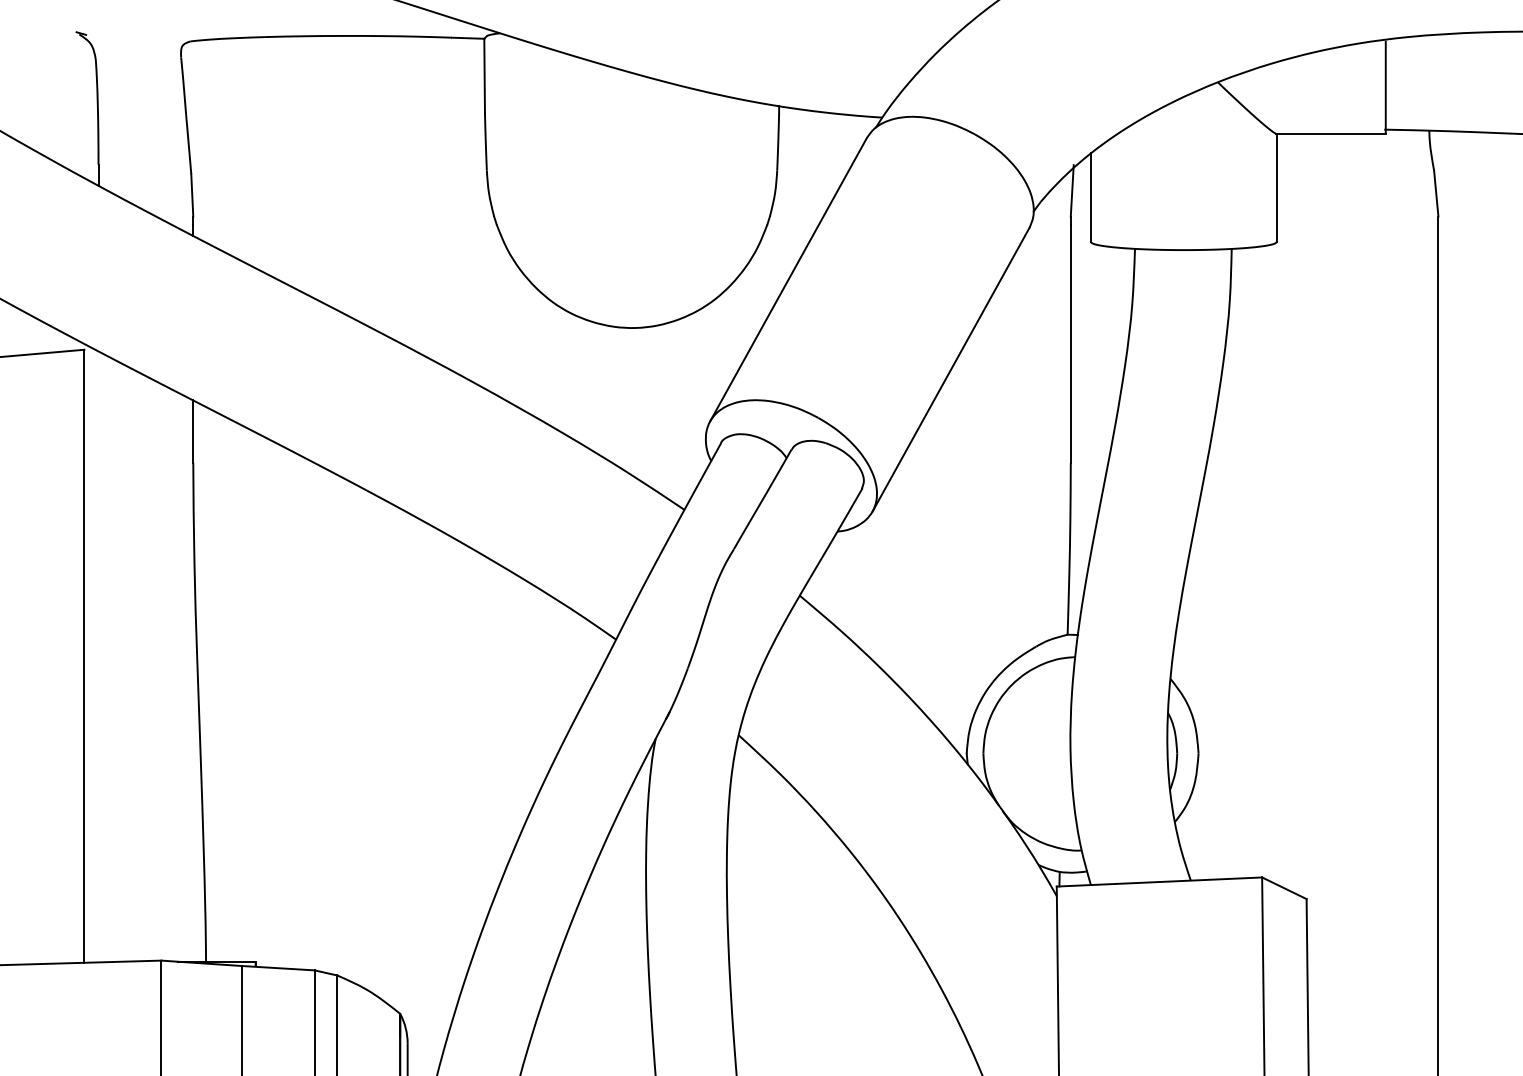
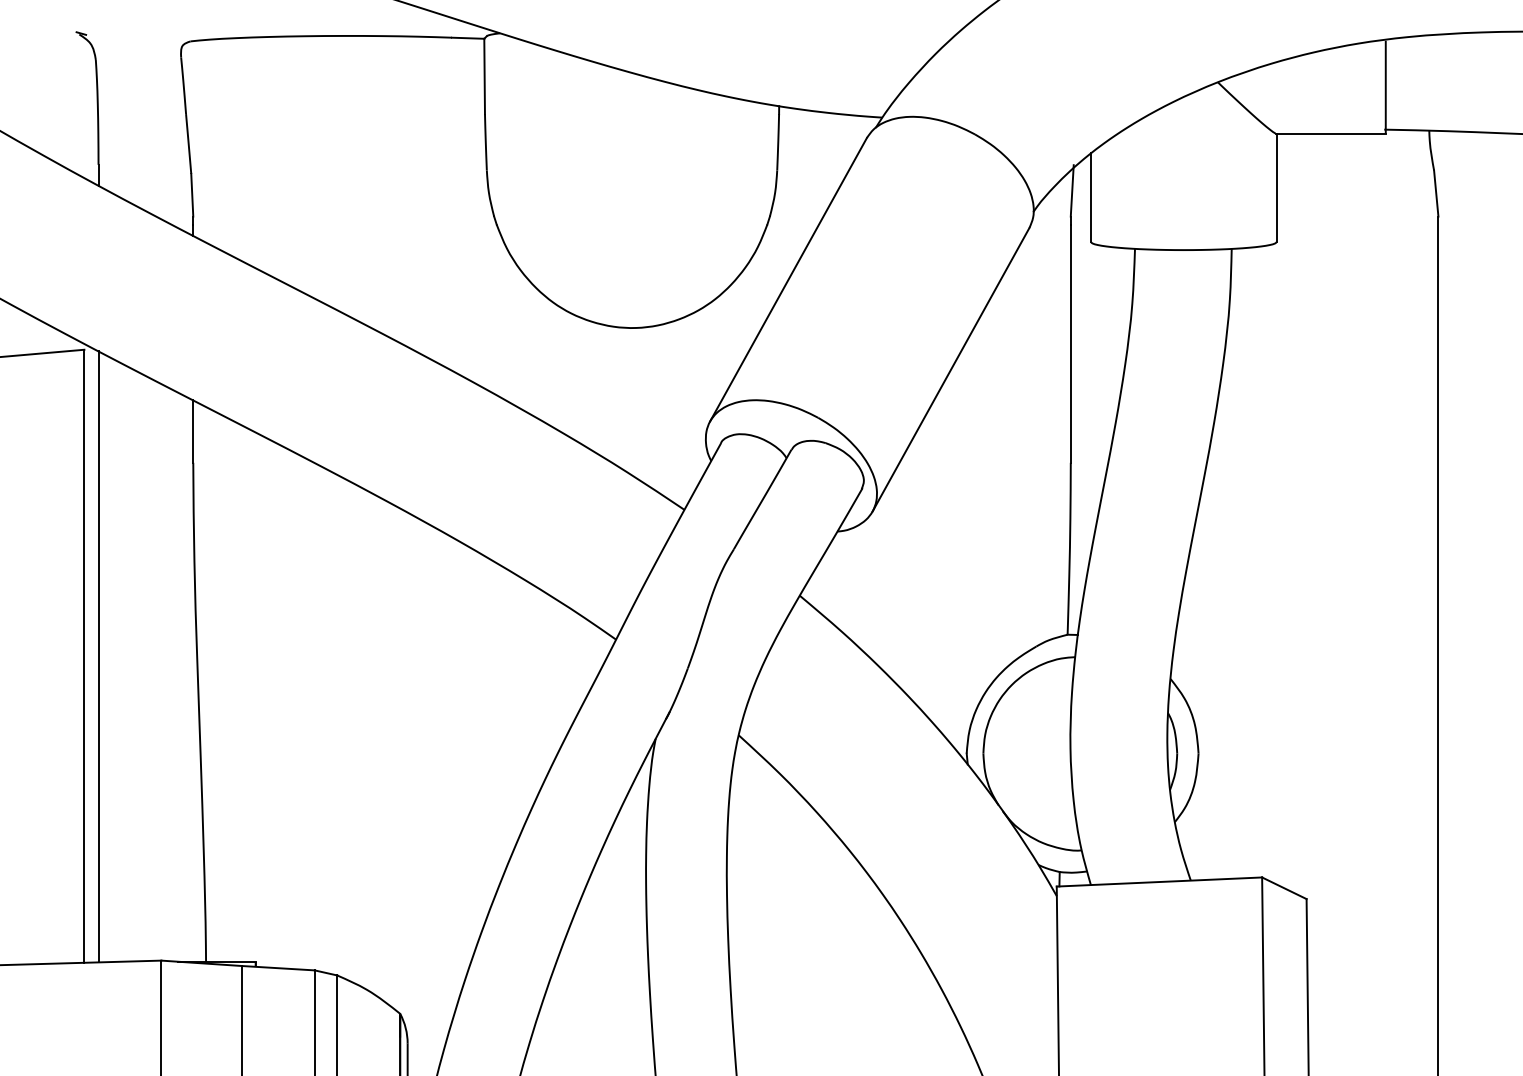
line at (98, 656): none -> present
